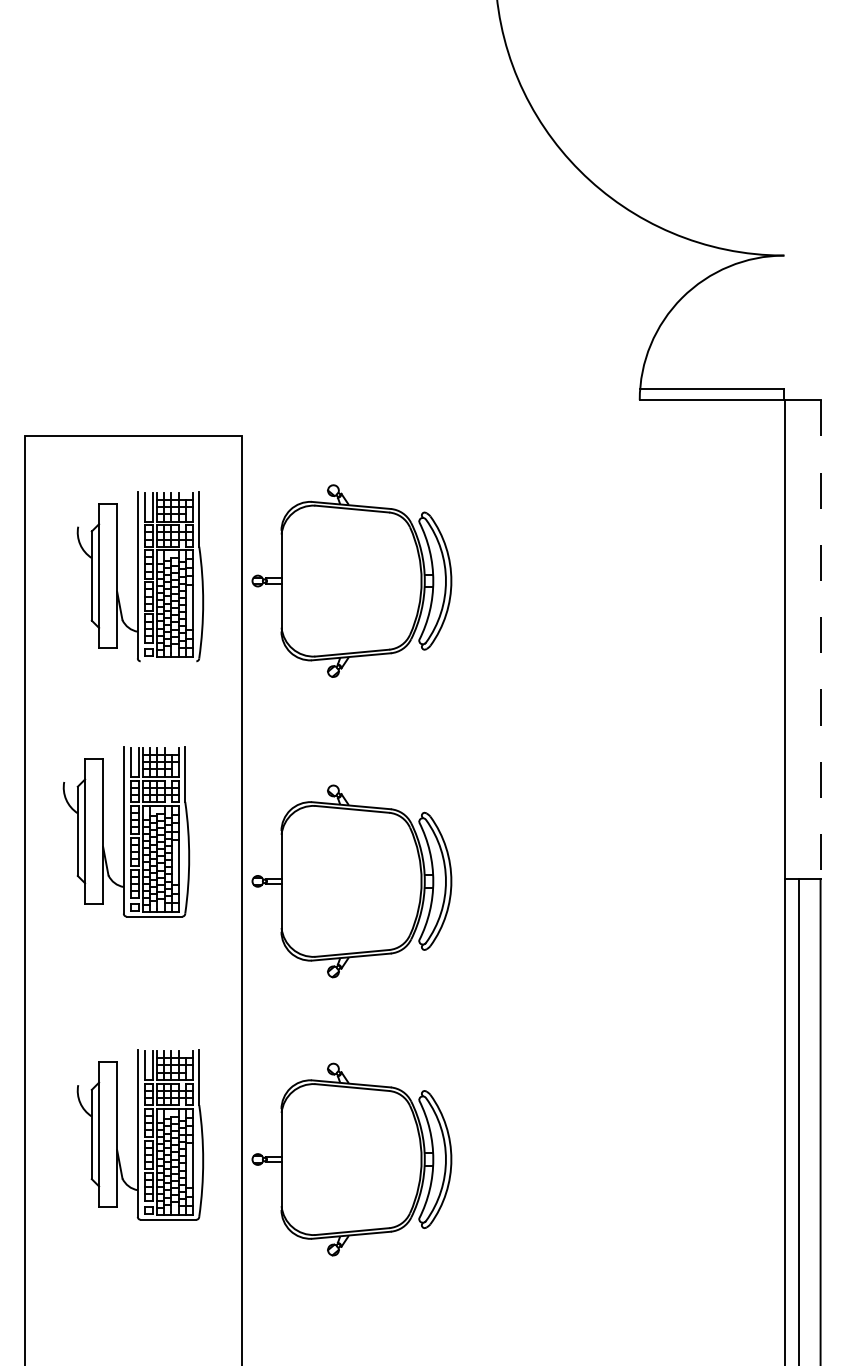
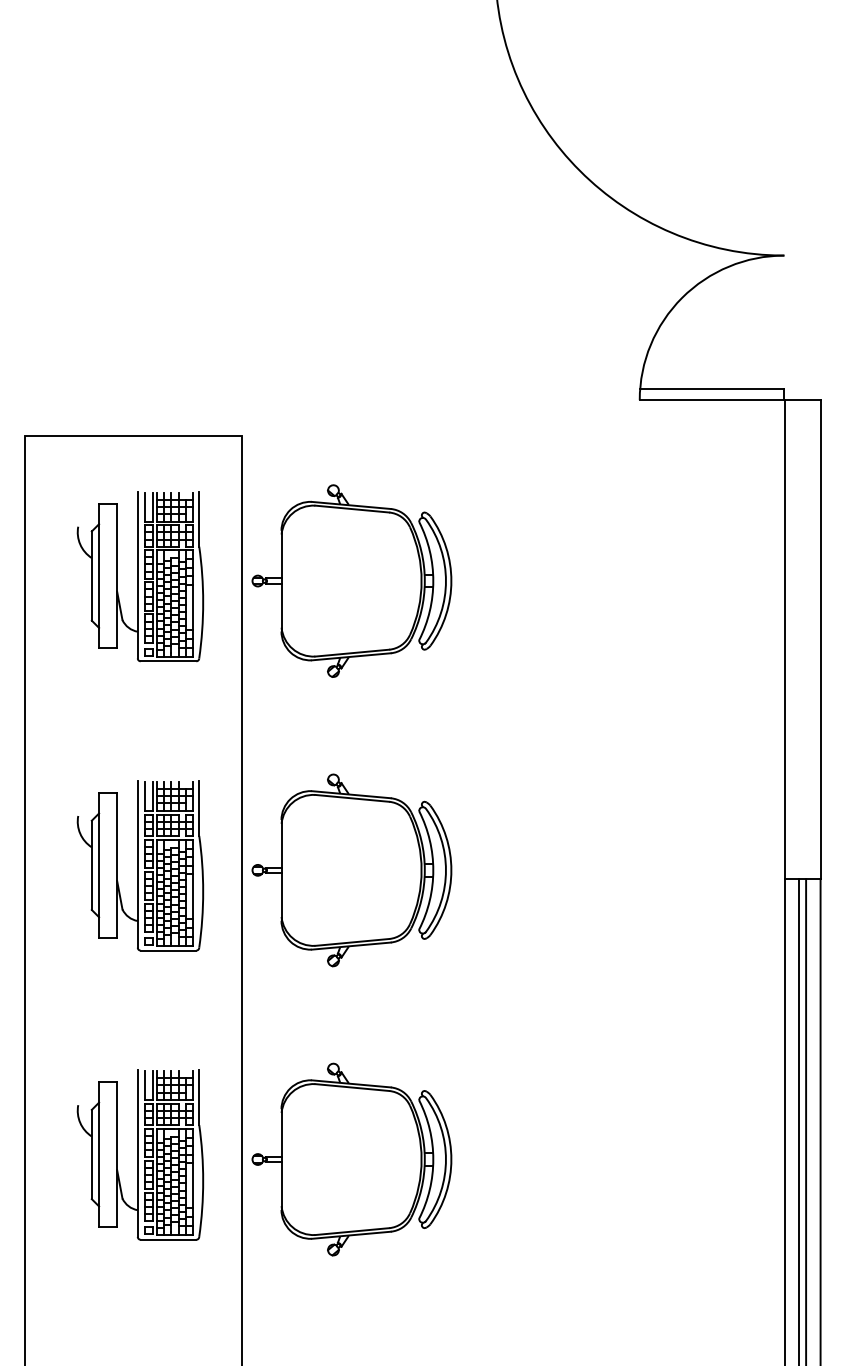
line at (820, 640): dashed -> solid
line at (168, 661): none -> present
part at (126, 831) position: (126, 831) -> (140, 865)
part at (351, 881) position: (351, 881) -> (351, 870)
line at (806, 1120): none -> present
part at (140, 1134) position: (140, 1134) -> (140, 1154)
